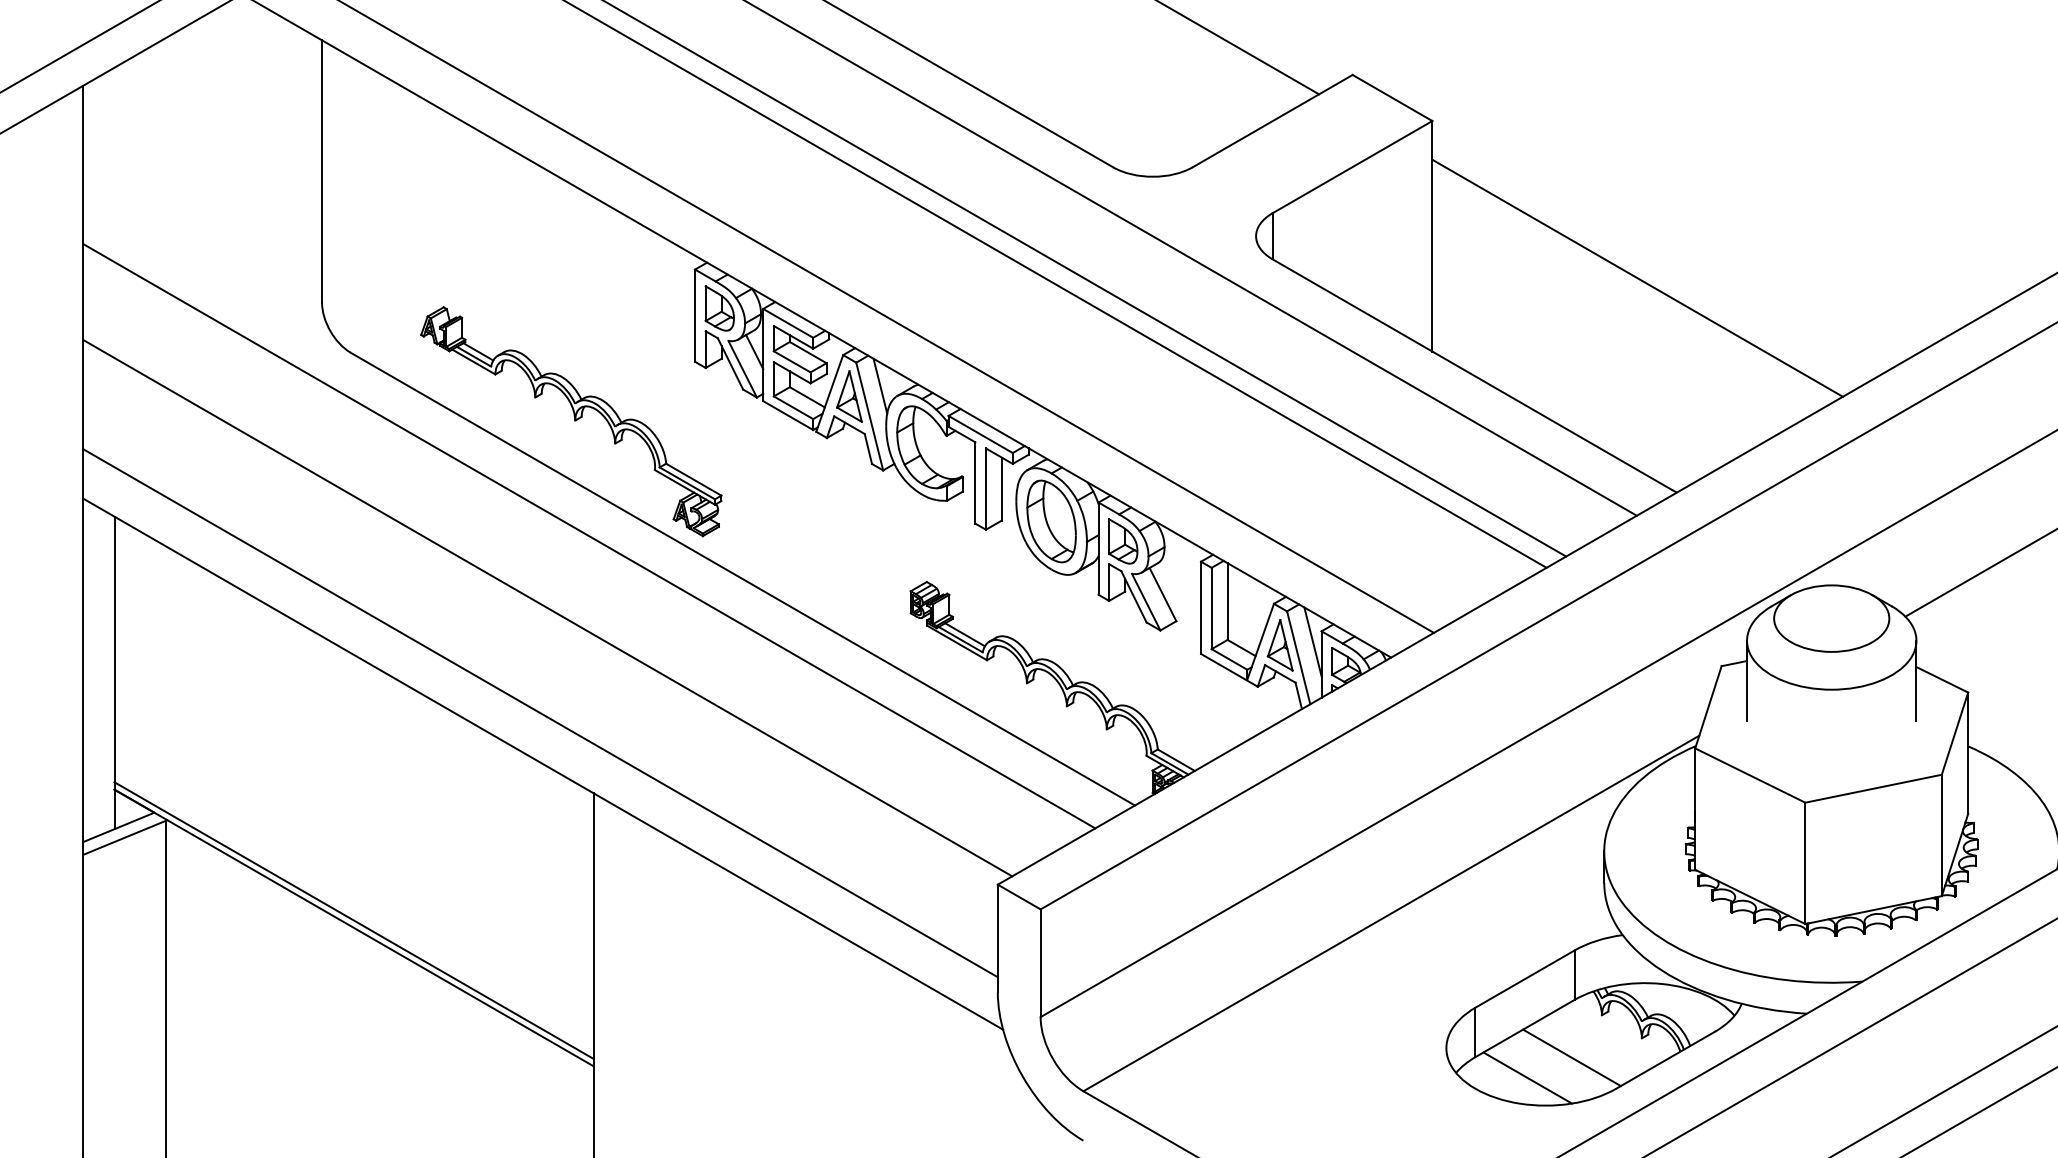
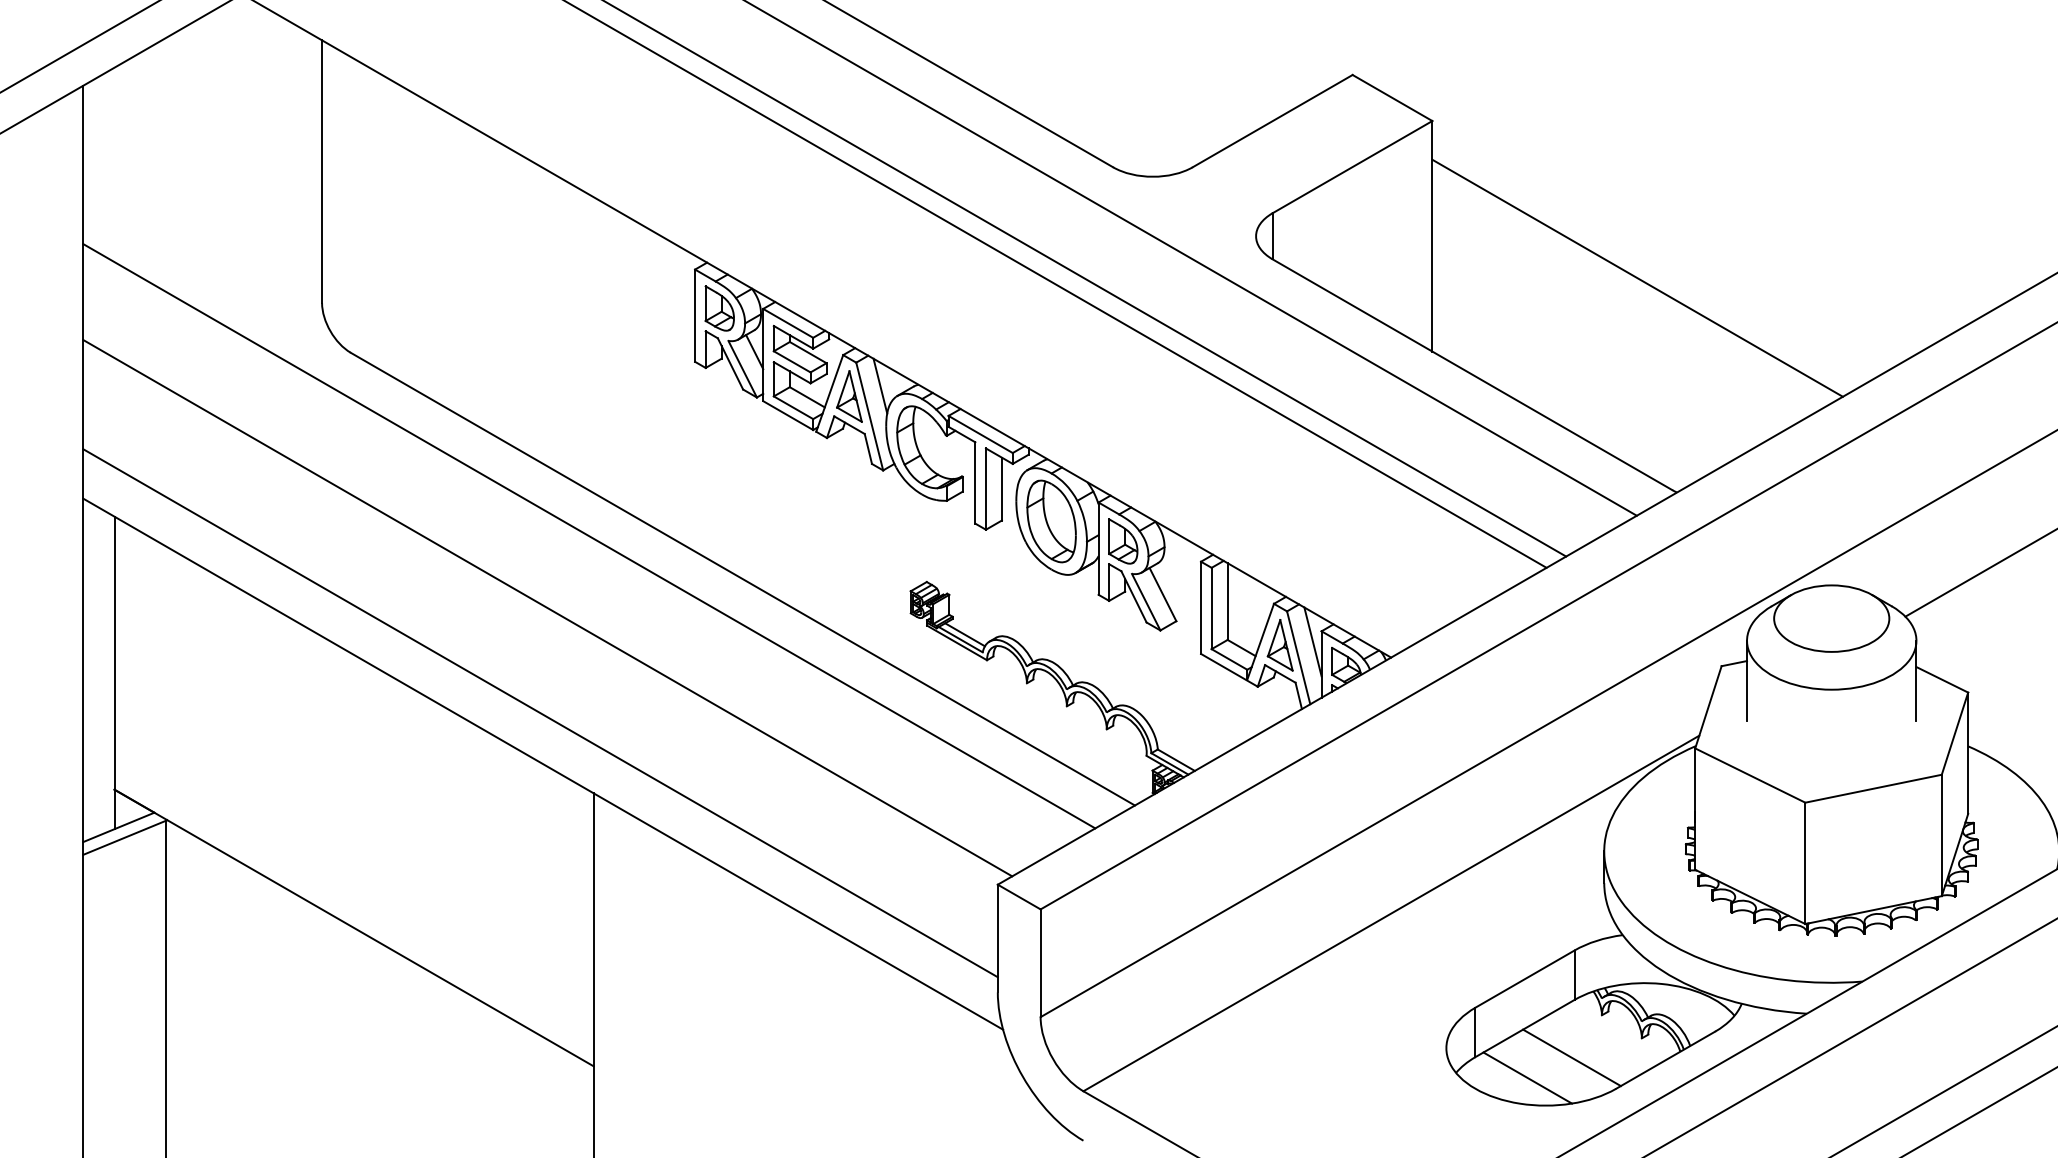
line at (1239, 48): present -> none
line at (887, 317): present -> none
part at (571, 421): present -> none
line at (353, 920): present -> none
